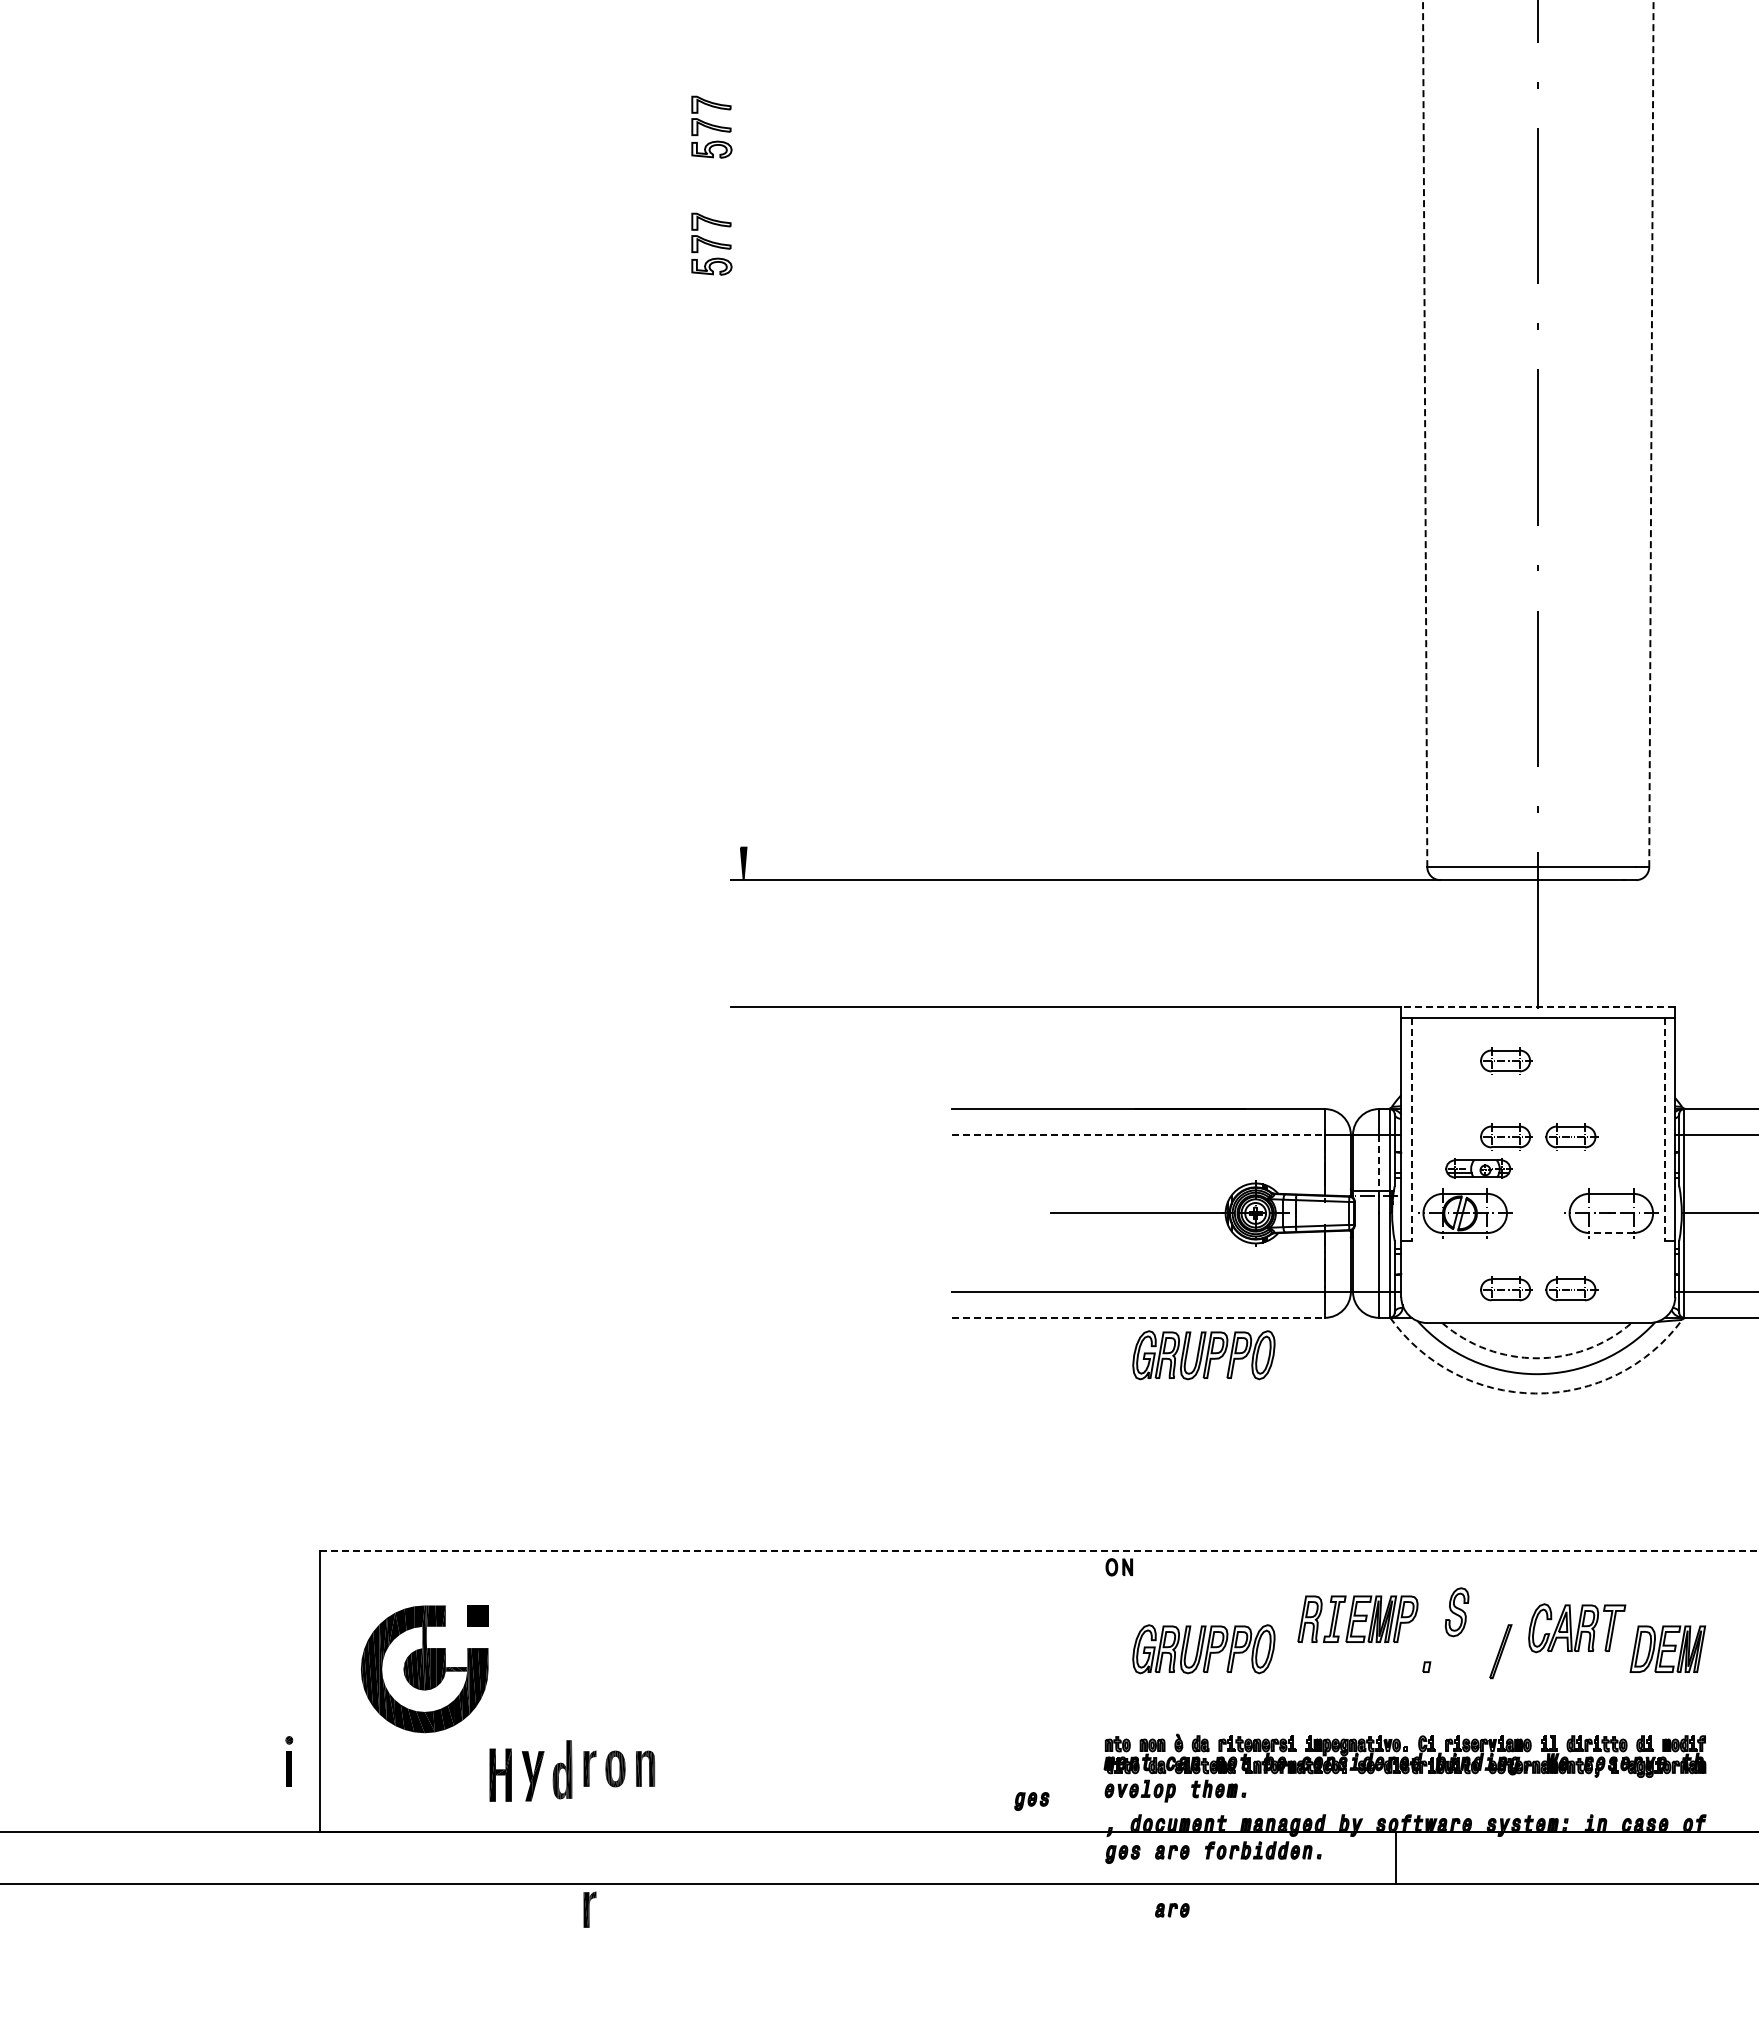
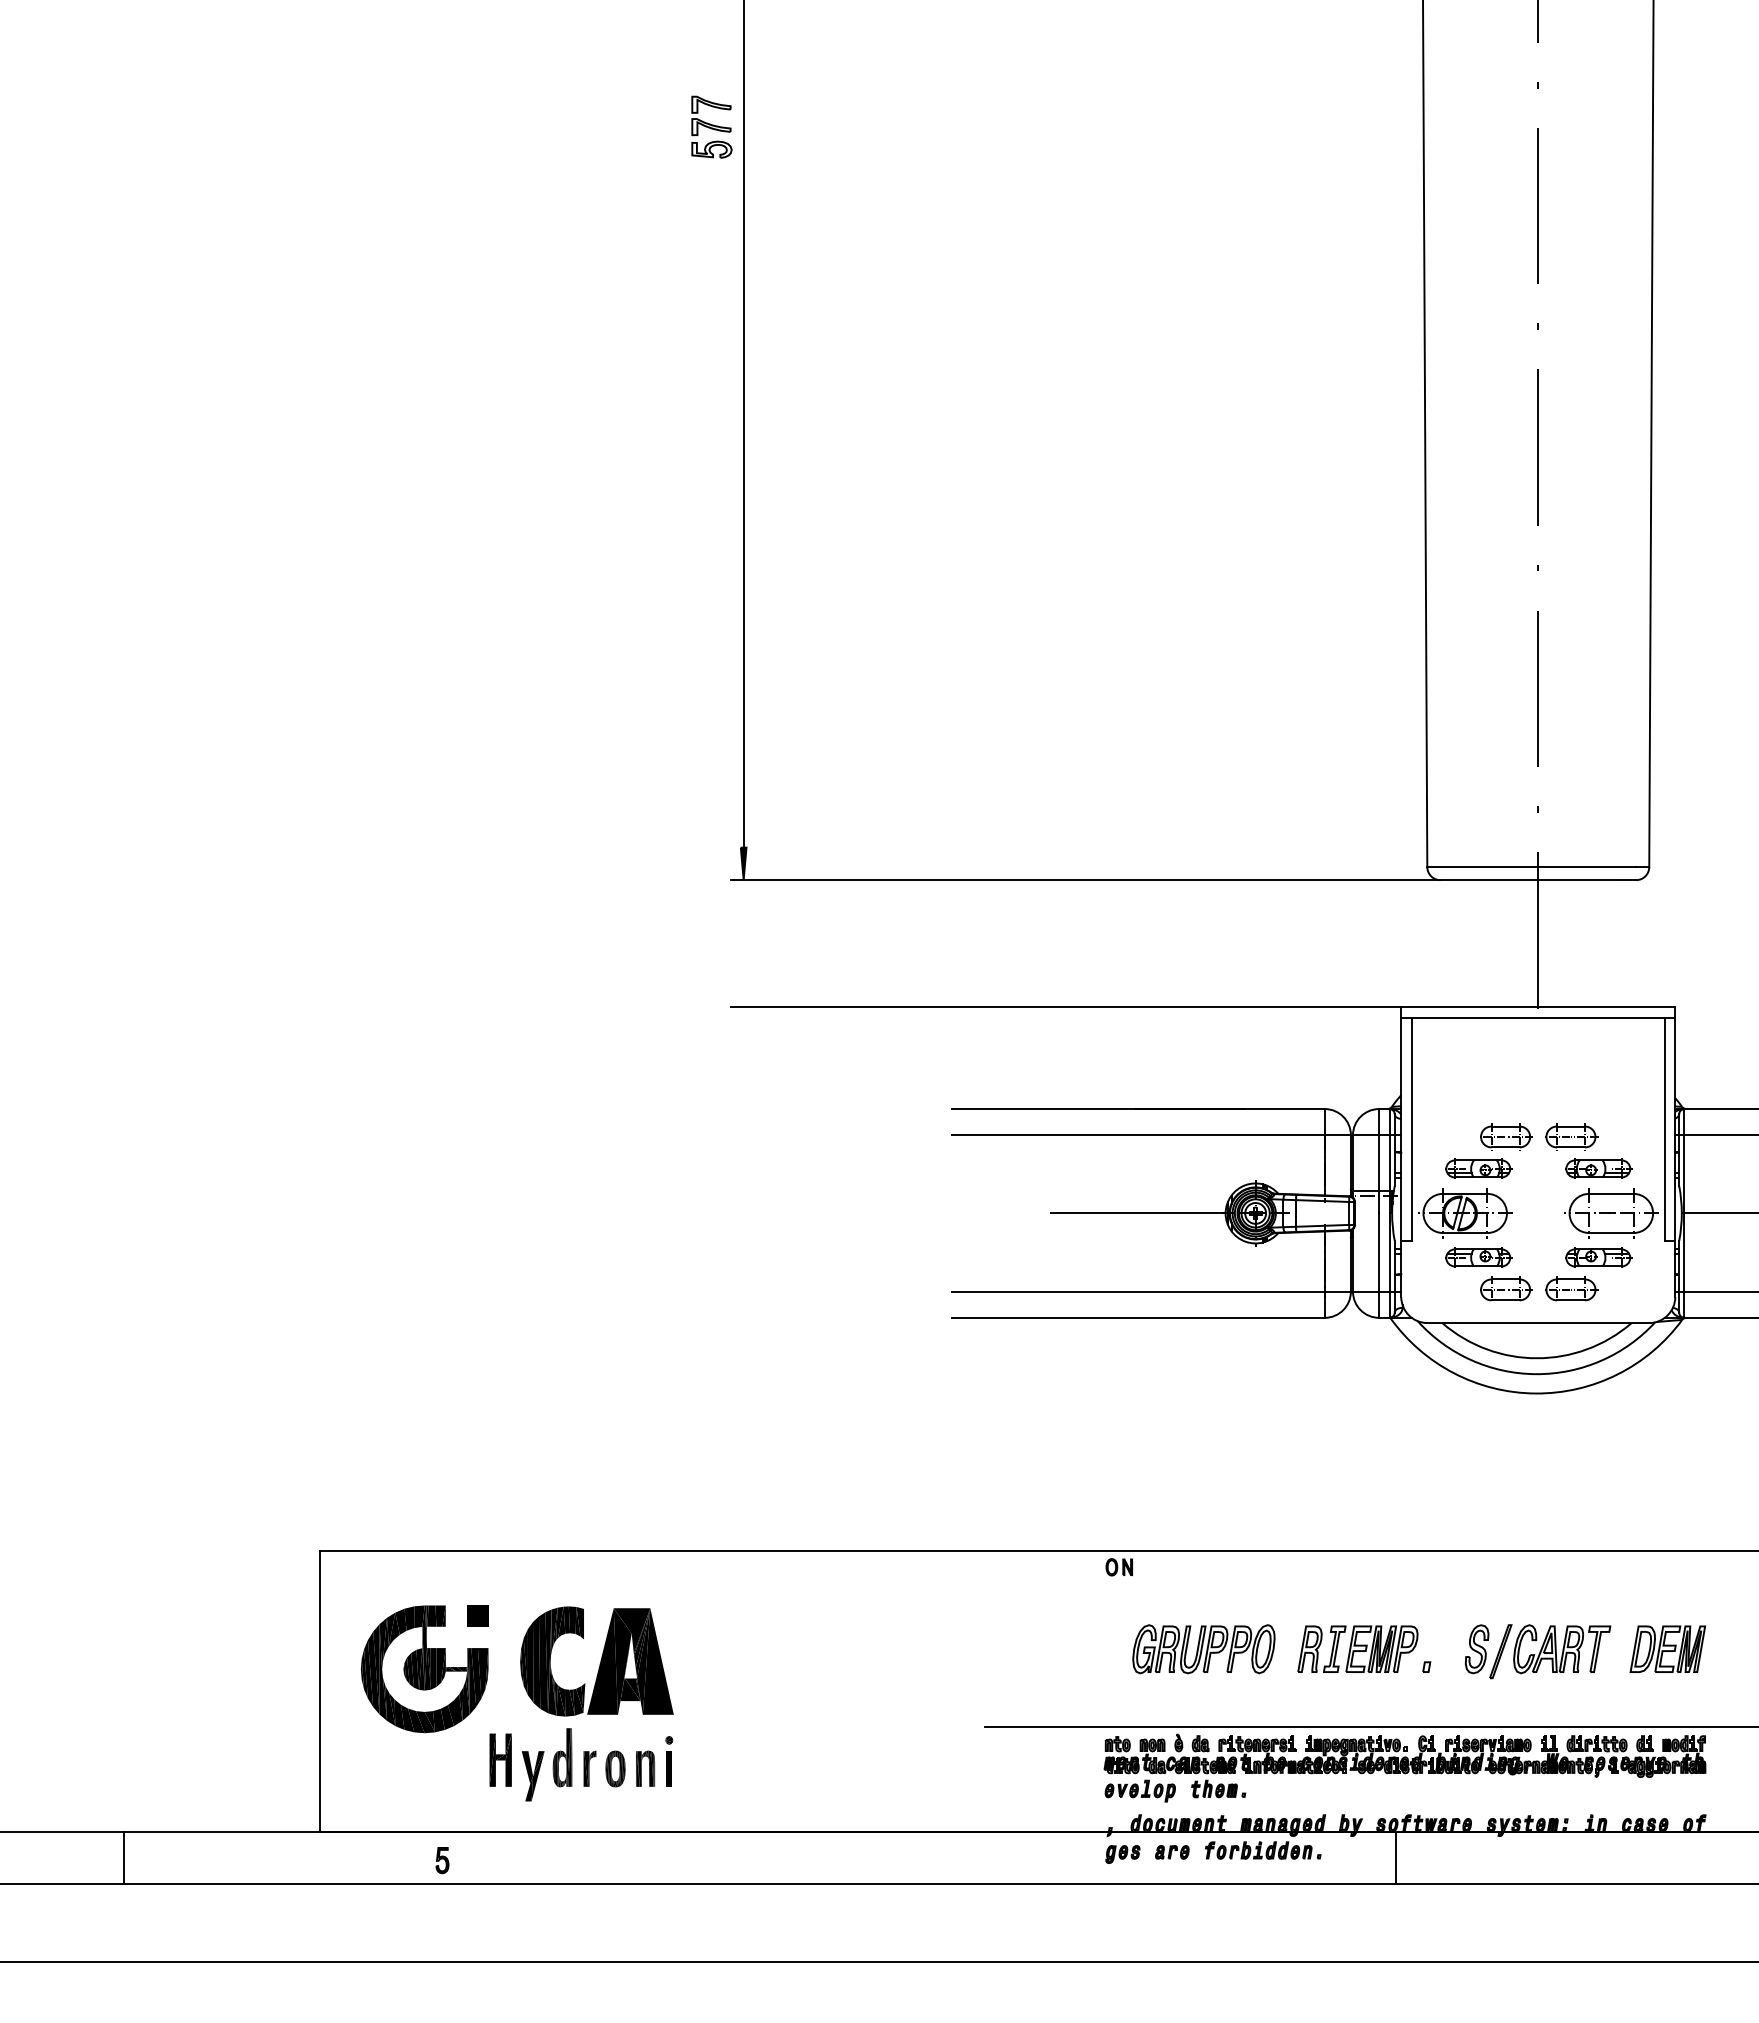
part at (711, 243): present -> none
line at (743, 424): none -> present
line at (1425, 433): dashed -> solid
line at (1651, 433): dashed -> solid
line at (1537, 1007): dashed -> solid
part at (1506, 1060): present -> none
line at (1411, 1129): dashed -> solid
line at (1664, 1129): dashed -> solid
line at (1138, 1135): dashed -> solid
line at (1379, 1163): dashed -> solid
part at (1598, 1168): none -> present
line at (1610, 1233): dashed -> solid
part at (1478, 1257): none -> present
part at (1598, 1257): none -> present
line at (1138, 1317): dashed -> solid
part at (1203, 1355): present -> none
arc at (1536, 1358): dashed -> solid
arc at (1535, 1393): dashed -> solid
line at (1039, 1551): dashed -> solid
part at (1456, 1612) position: (1456, 1612) -> (1476, 1649)
part at (1357, 1618) position: (1357, 1618) -> (1357, 1648)
part at (1577, 1628) position: (1577, 1628) -> (1562, 1649)
part at (596, 1661): none -> present
line at (1370, 1727): none -> present
part at (289, 1761) position: (289, 1761) -> (669, 1761)
part at (562, 1769) position: (562, 1769) -> (562, 1757)
part at (500, 1774) position: (500, 1774) -> (500, 1759)
part at (1031, 1801): present -> none
line at (124, 1857): none -> present
part at (442, 1860): none -> present
part at (589, 1909): present -> none
part at (1172, 1910): present -> none
line at (878, 1962): none -> present
